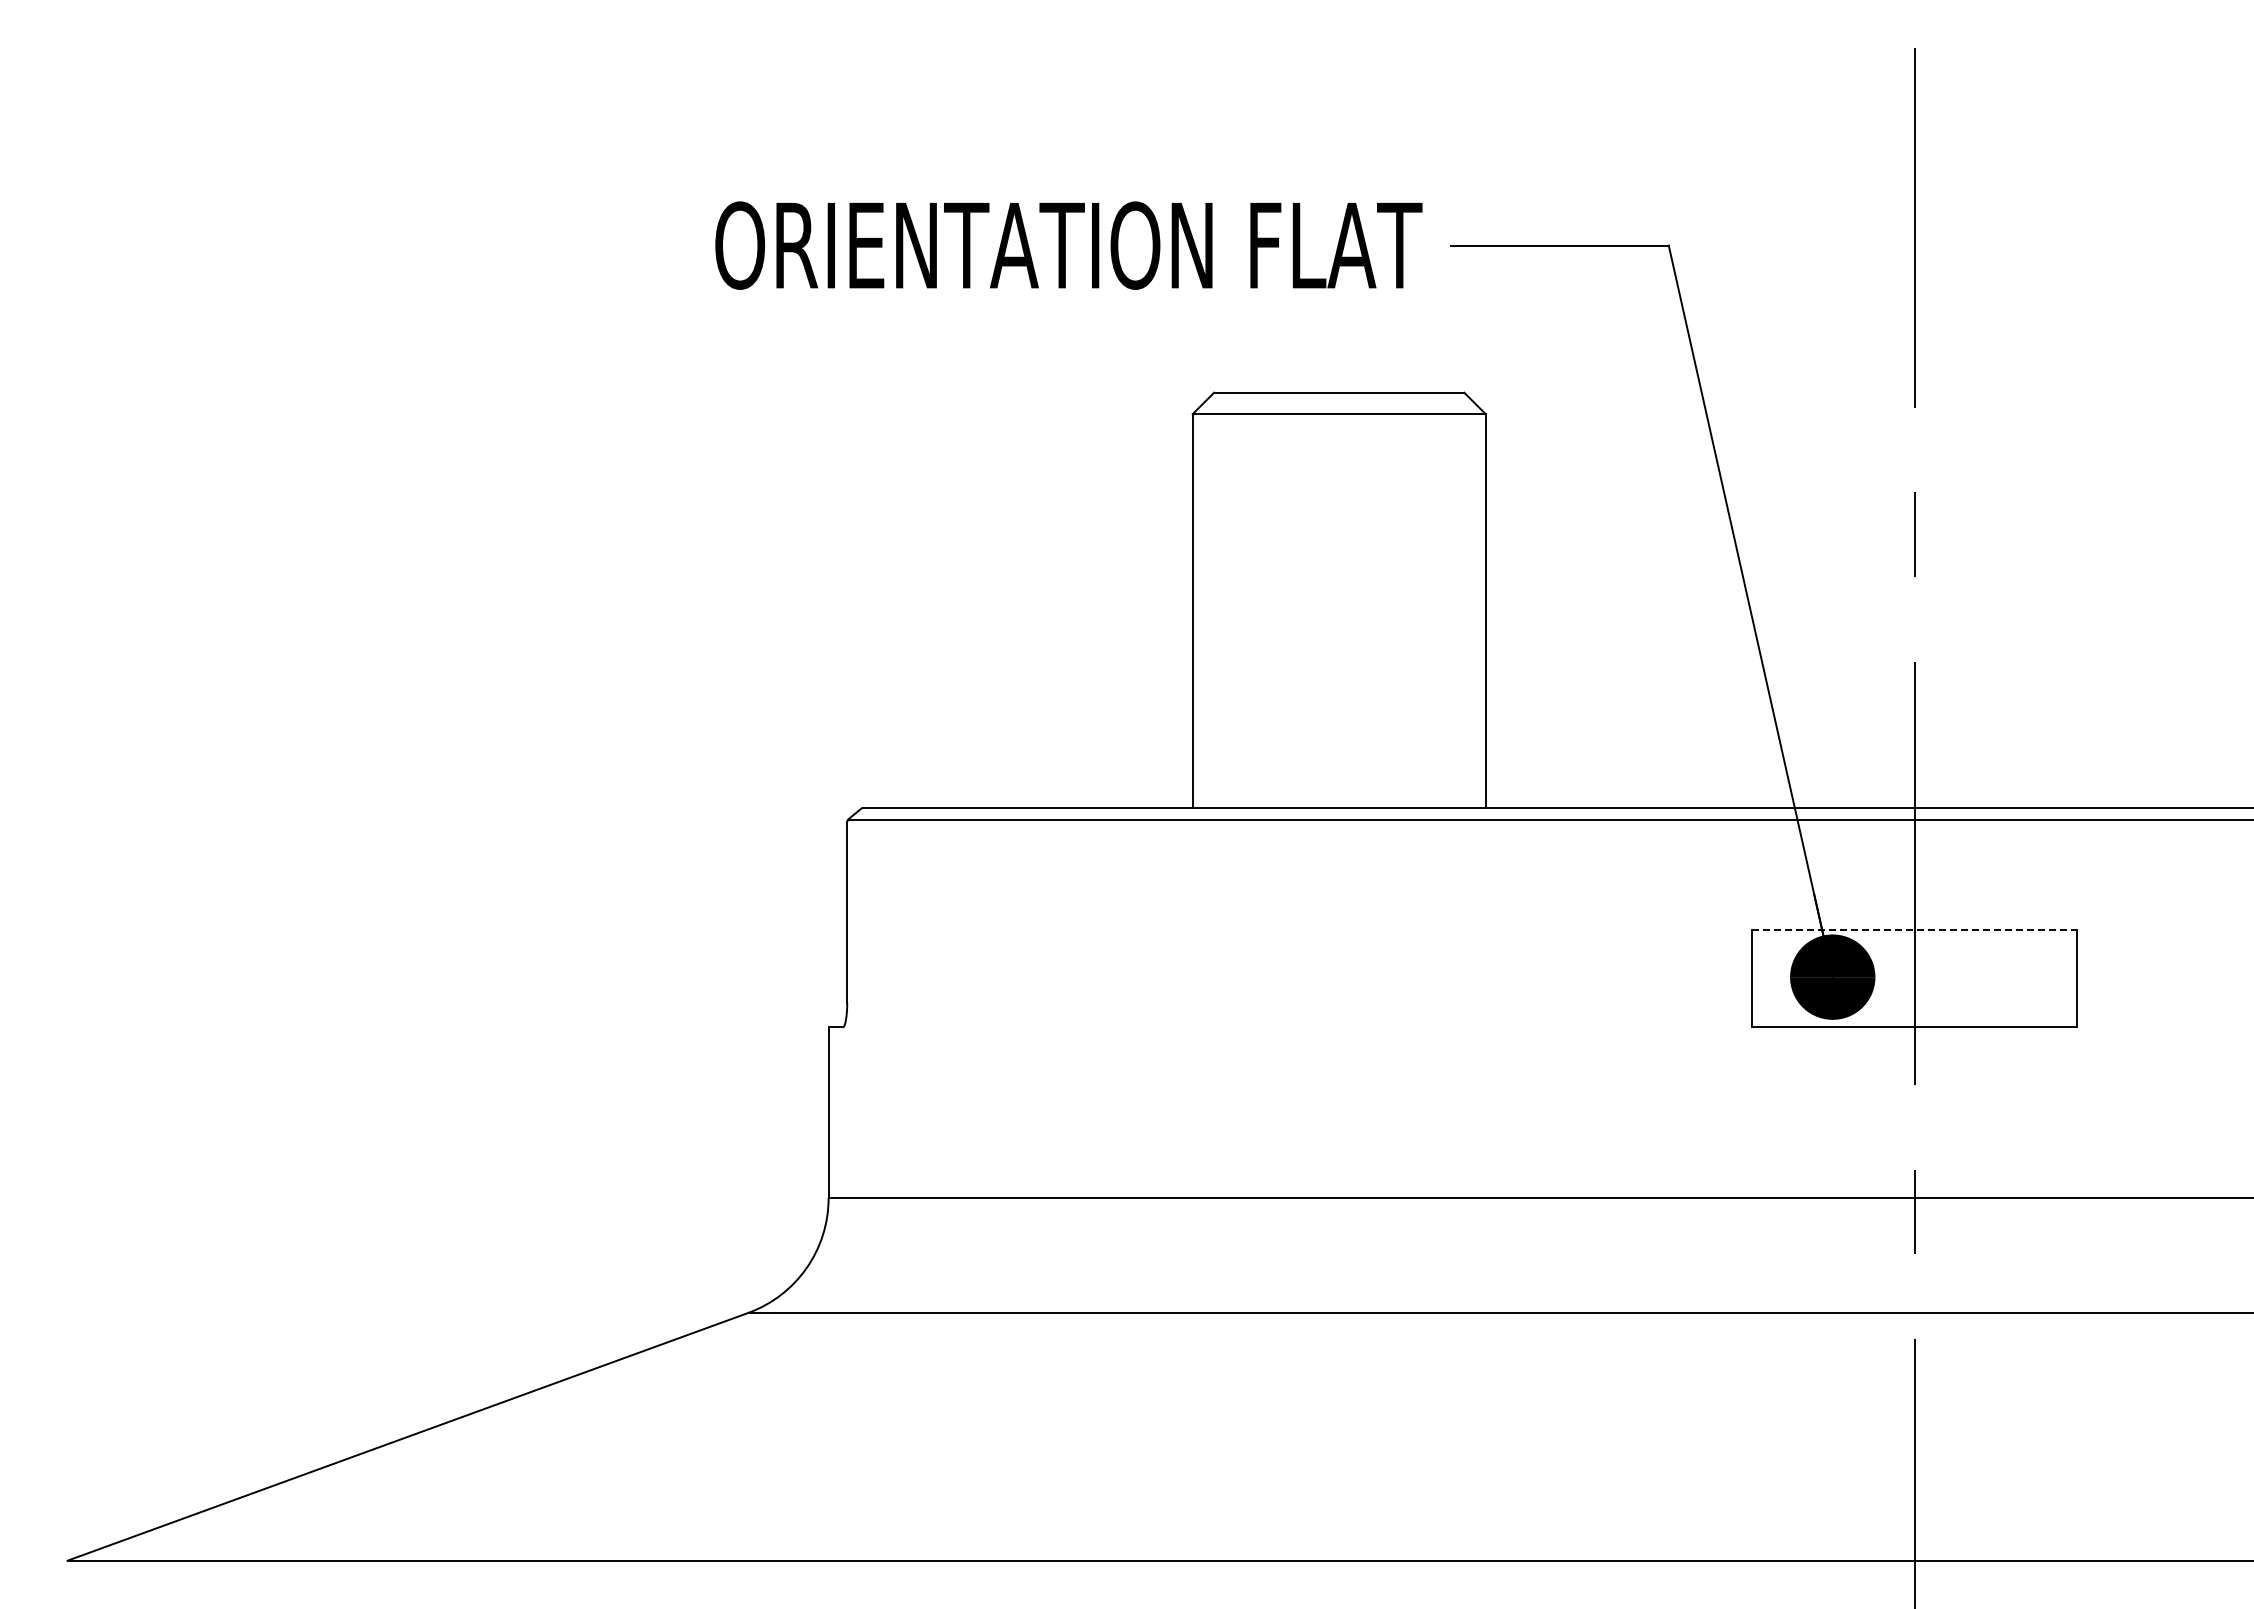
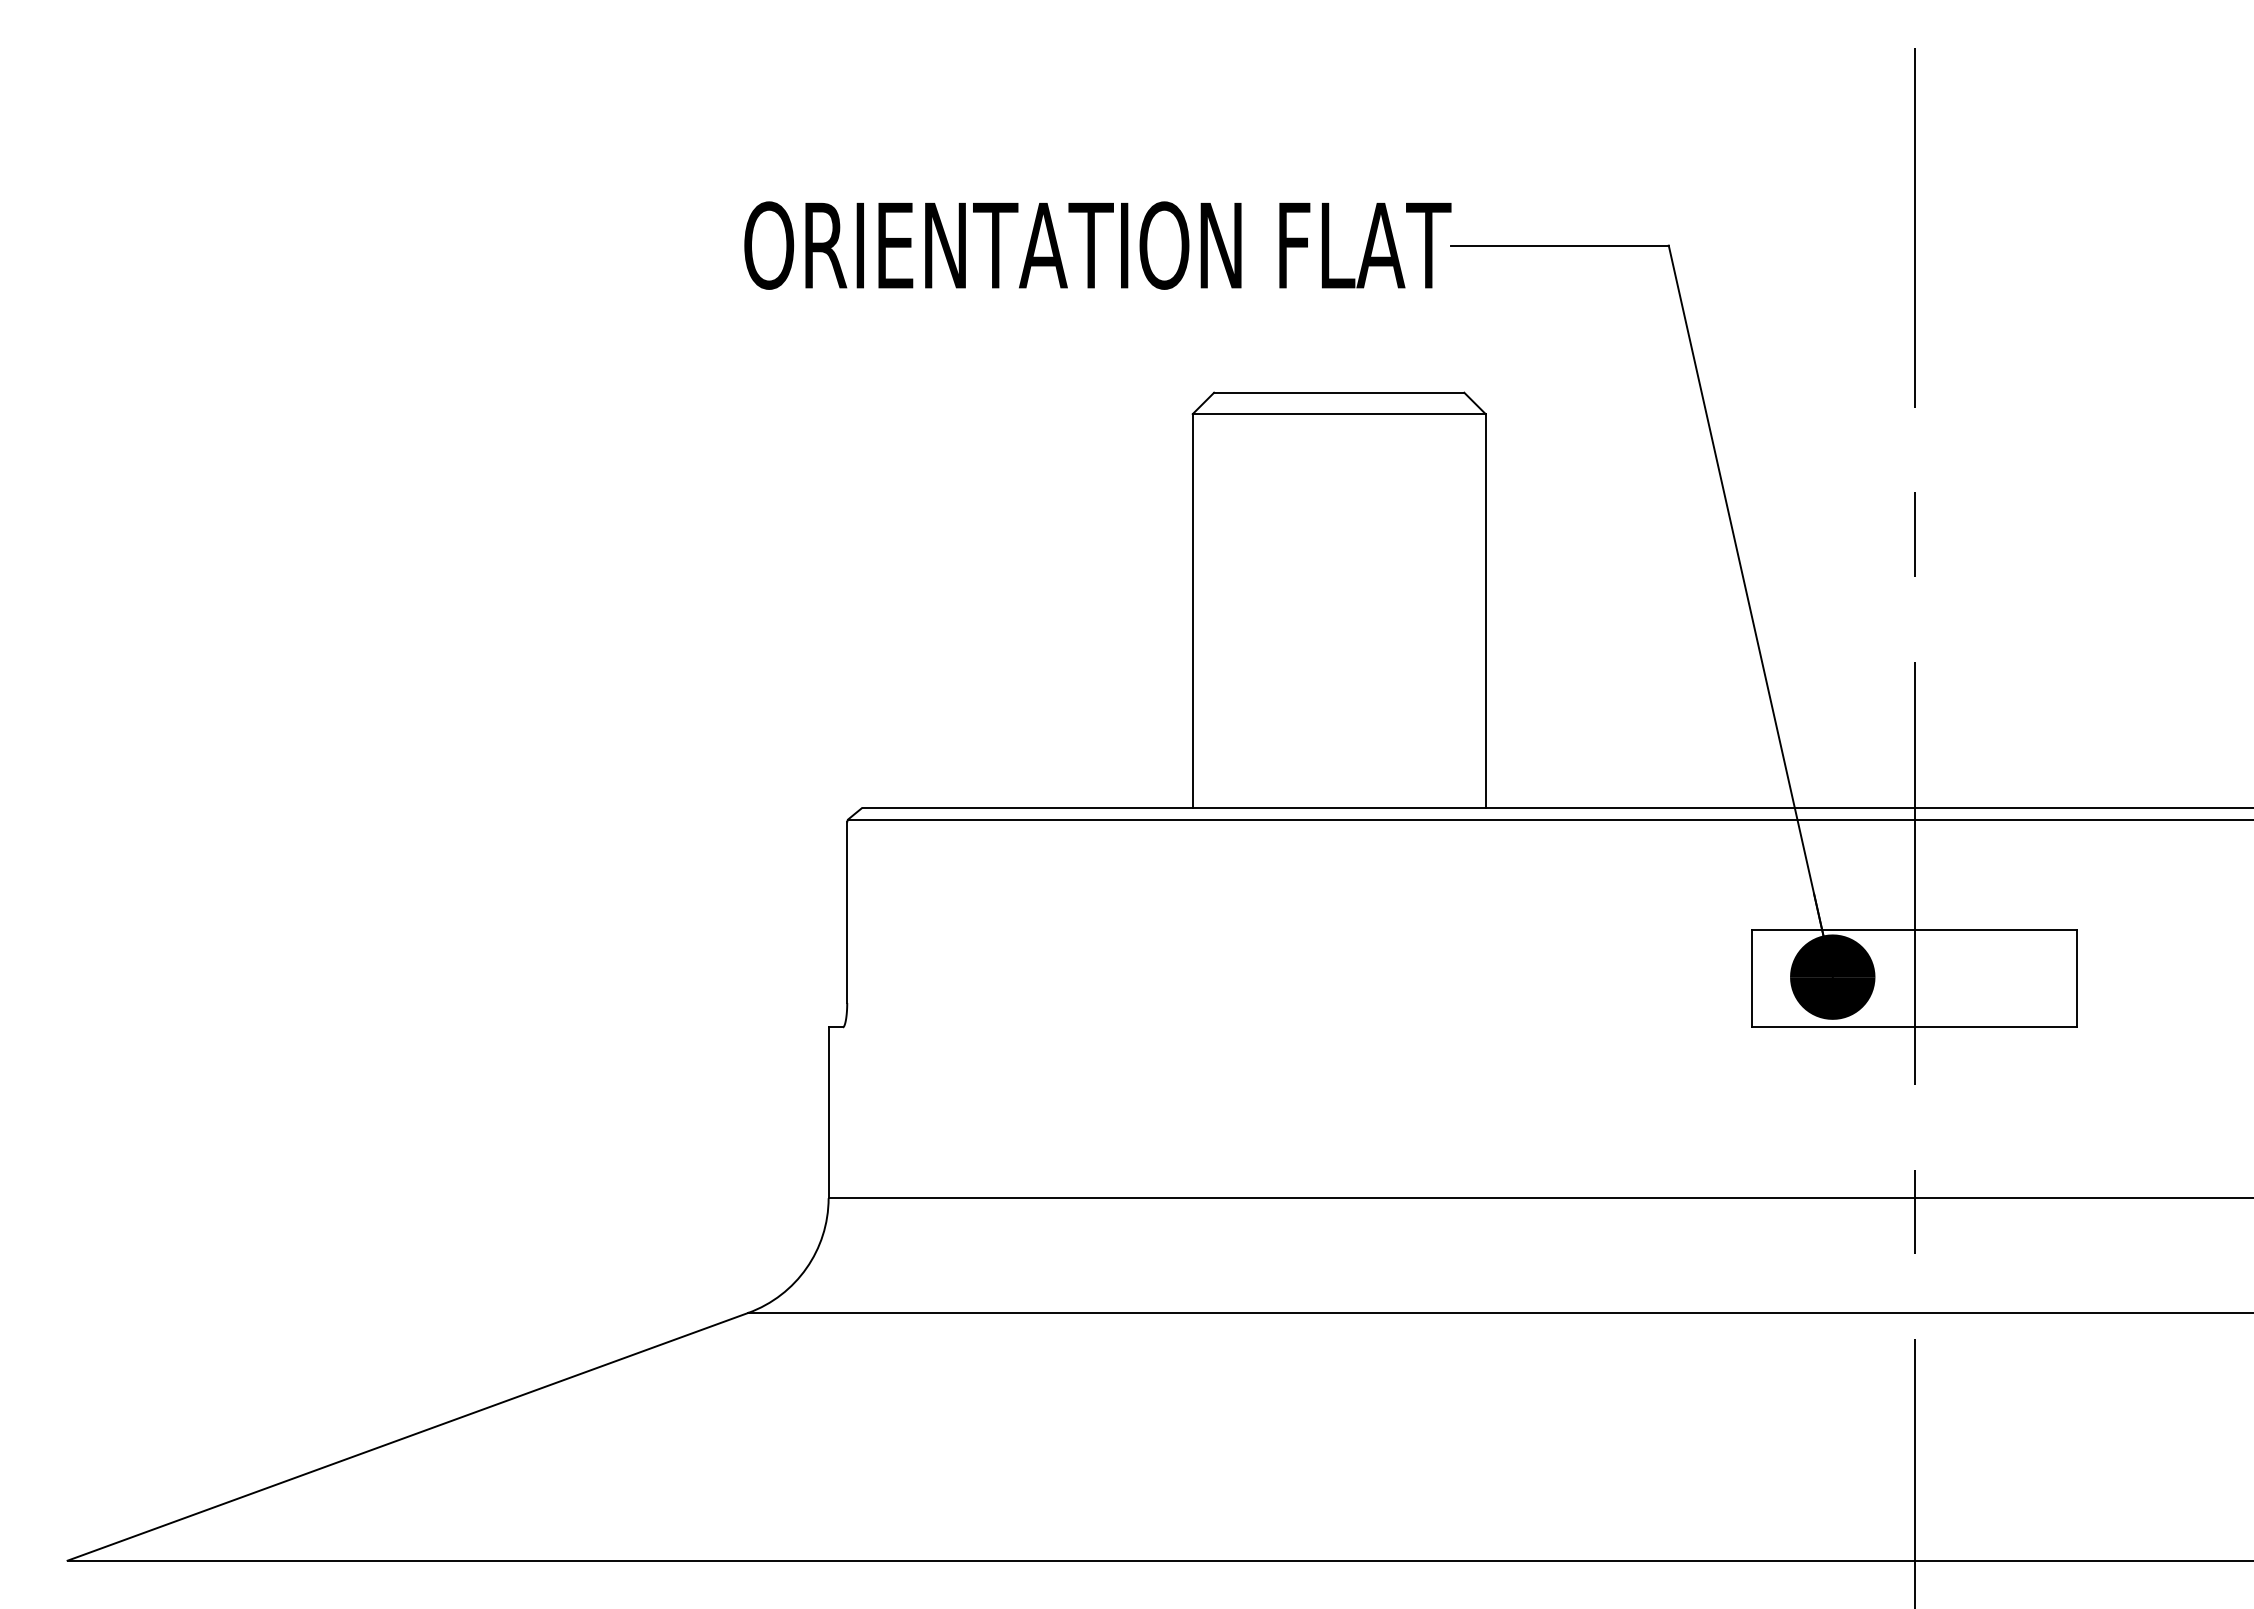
text at (1068, 245) position: (1068, 245) -> (1097, 245)
line at (1915, 929): dashed -> solid
